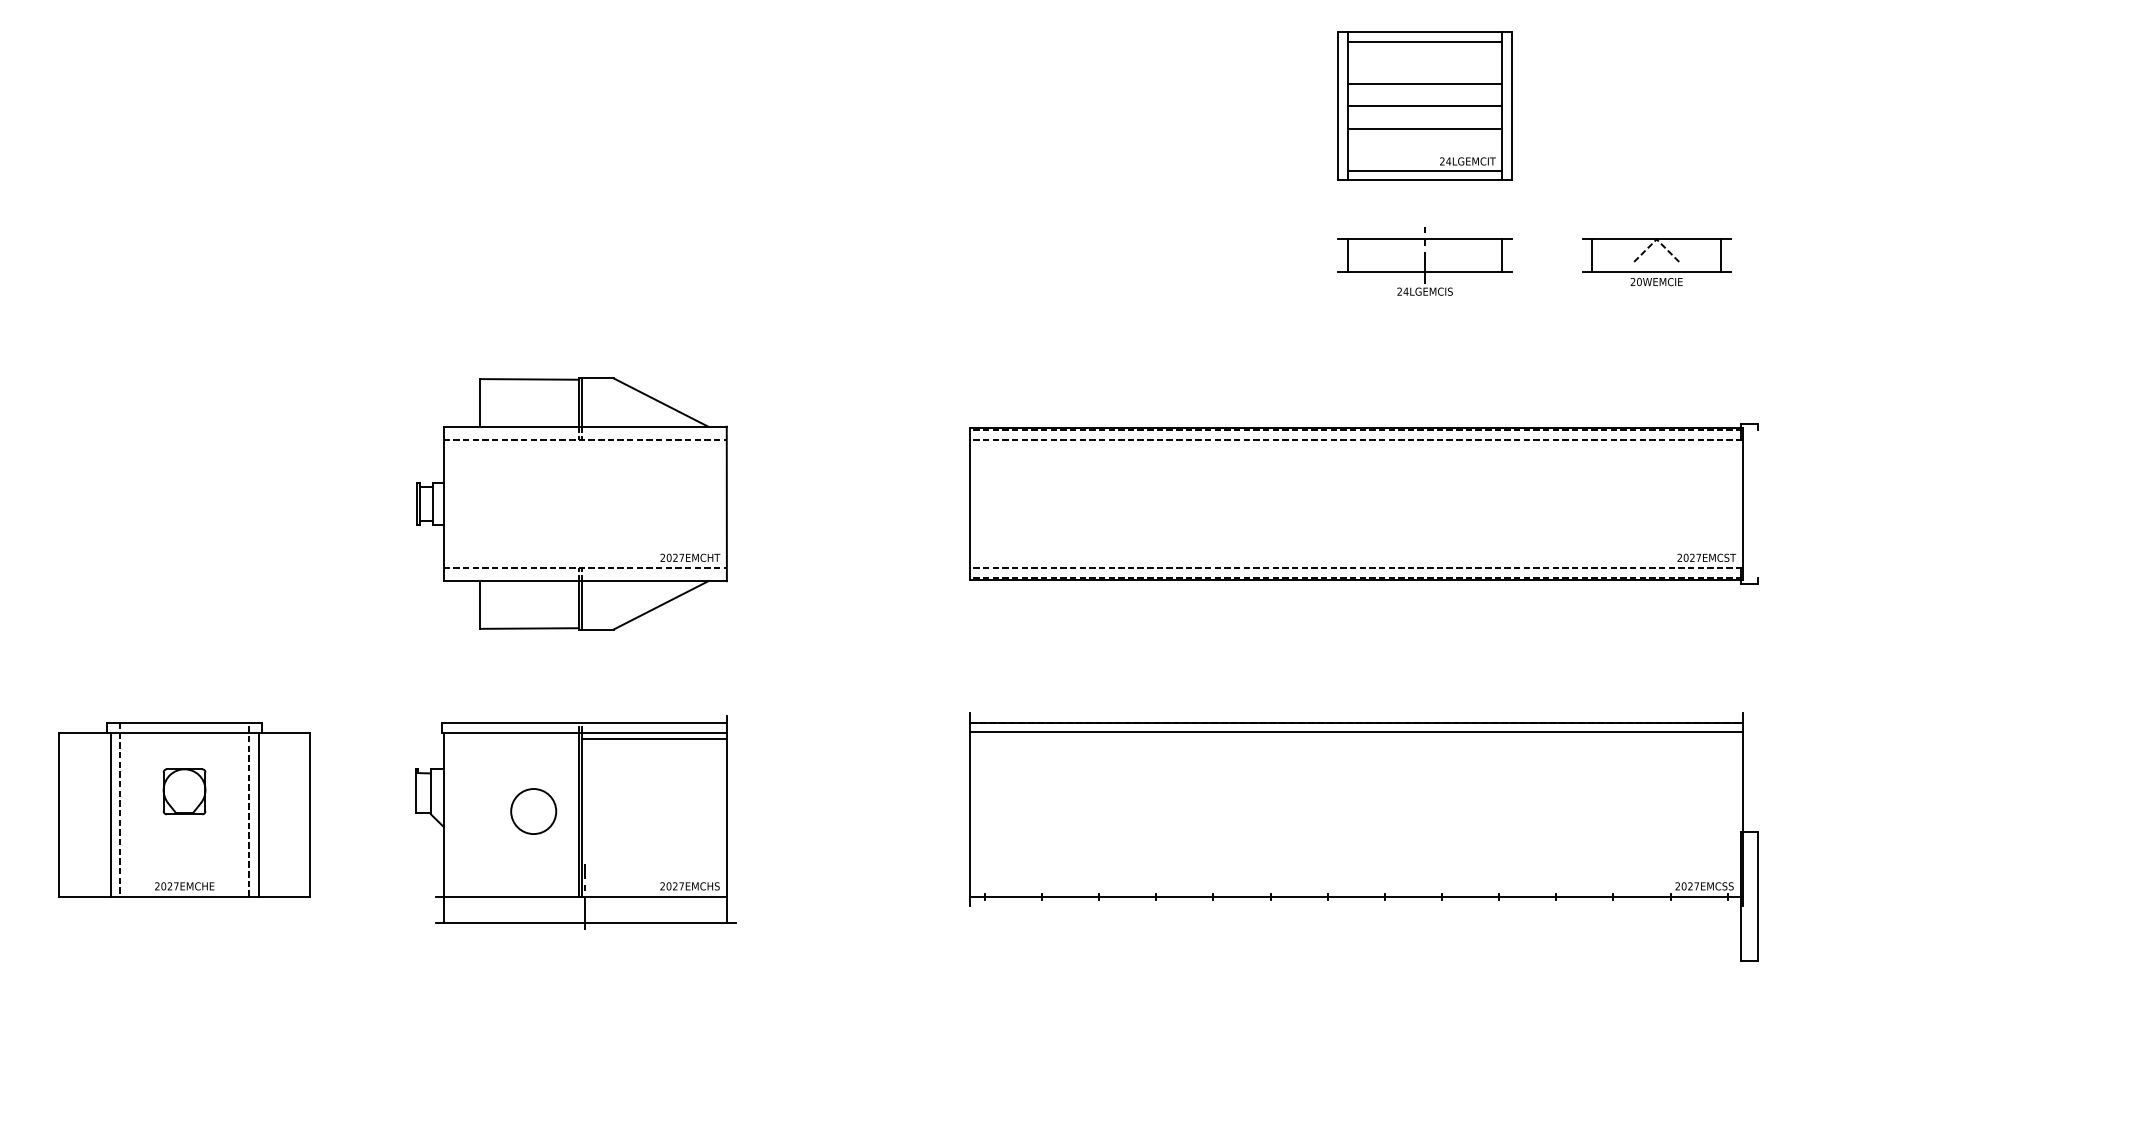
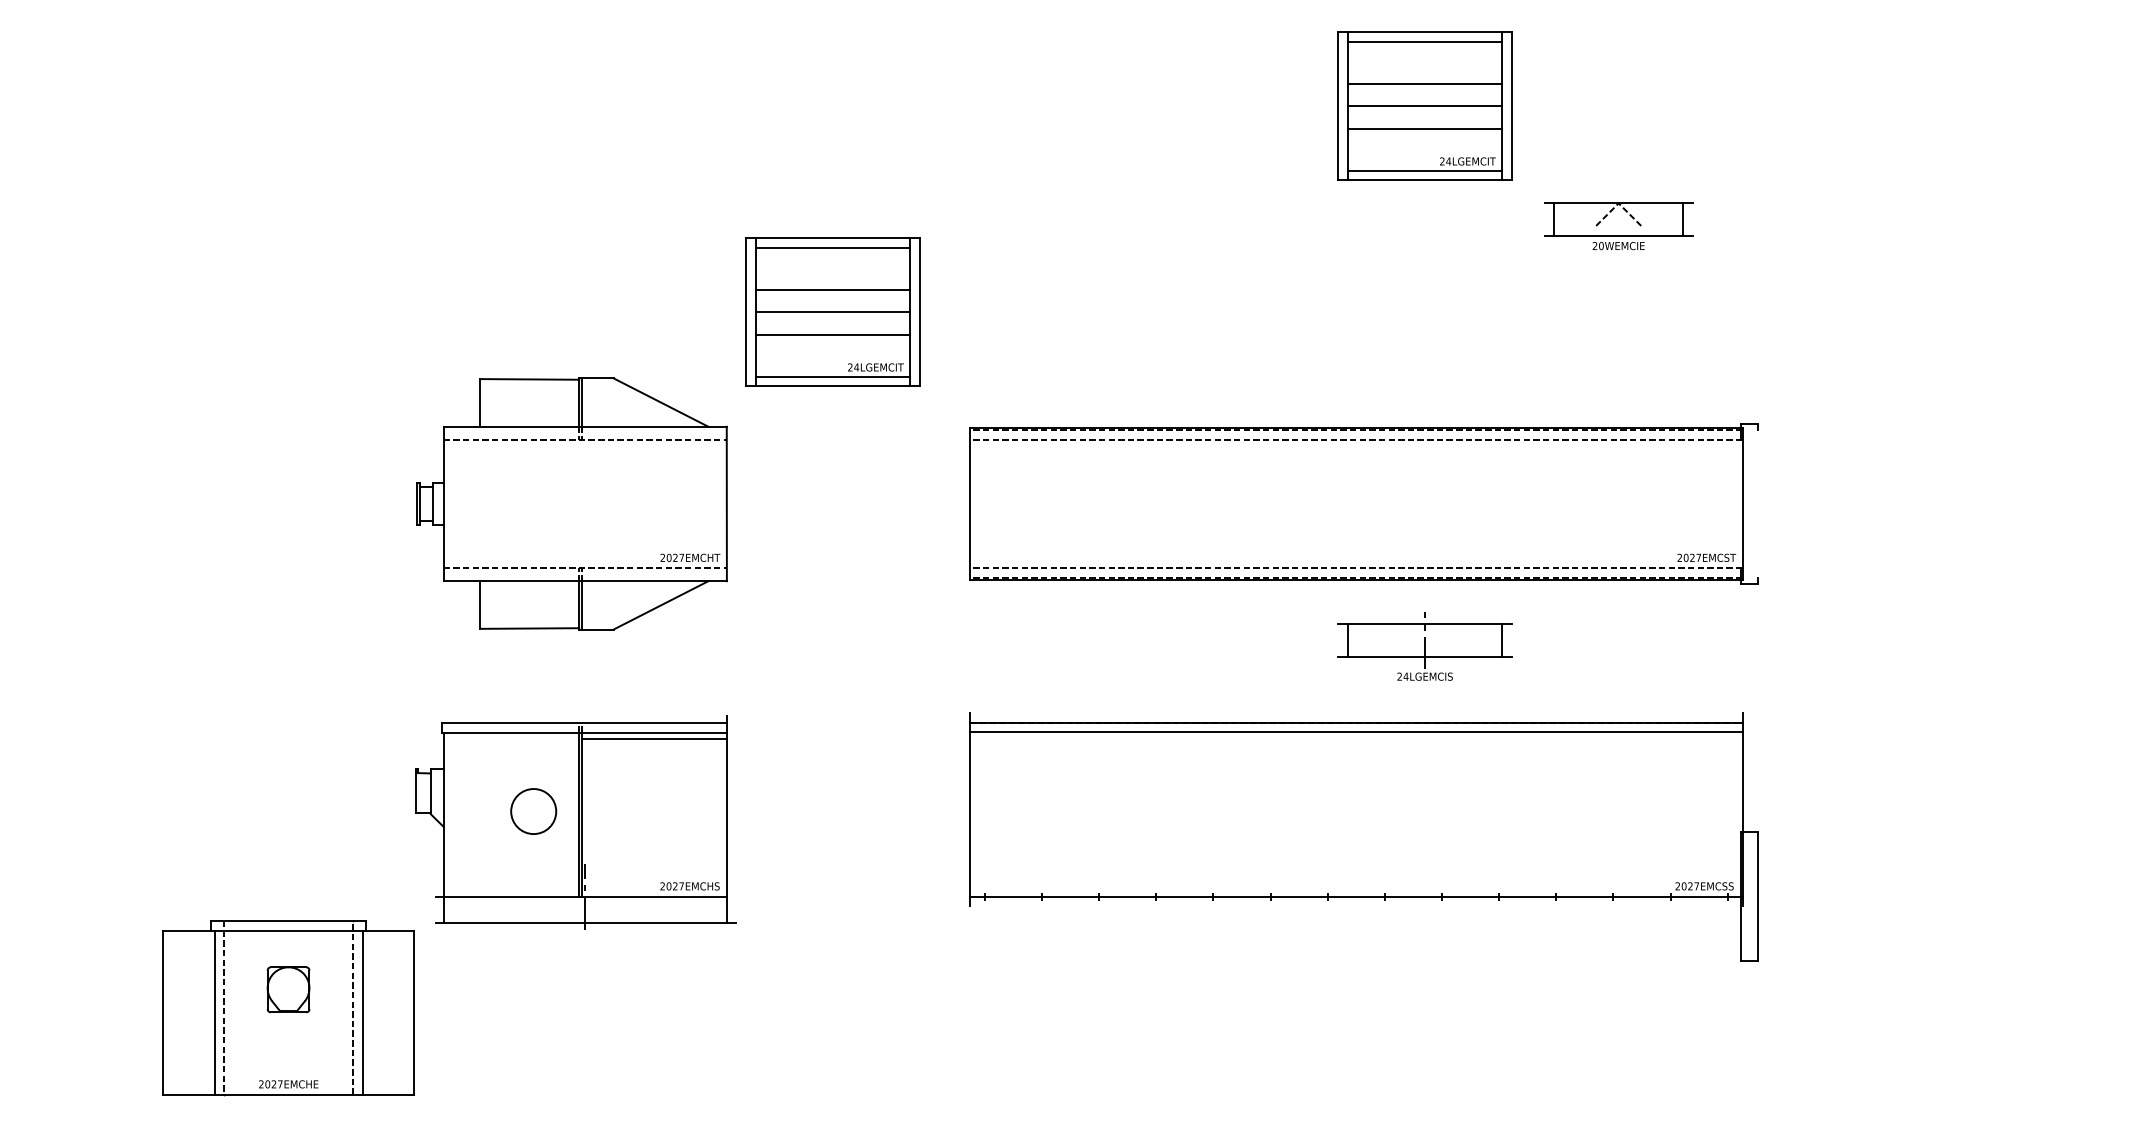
part at (1424, 261) position: (1424, 261) -> (1424, 646)
part at (1656, 262) position: (1656, 262) -> (1618, 226)
part at (832, 311): none -> present
part at (184, 809) position: (184, 809) -> (288, 1007)
